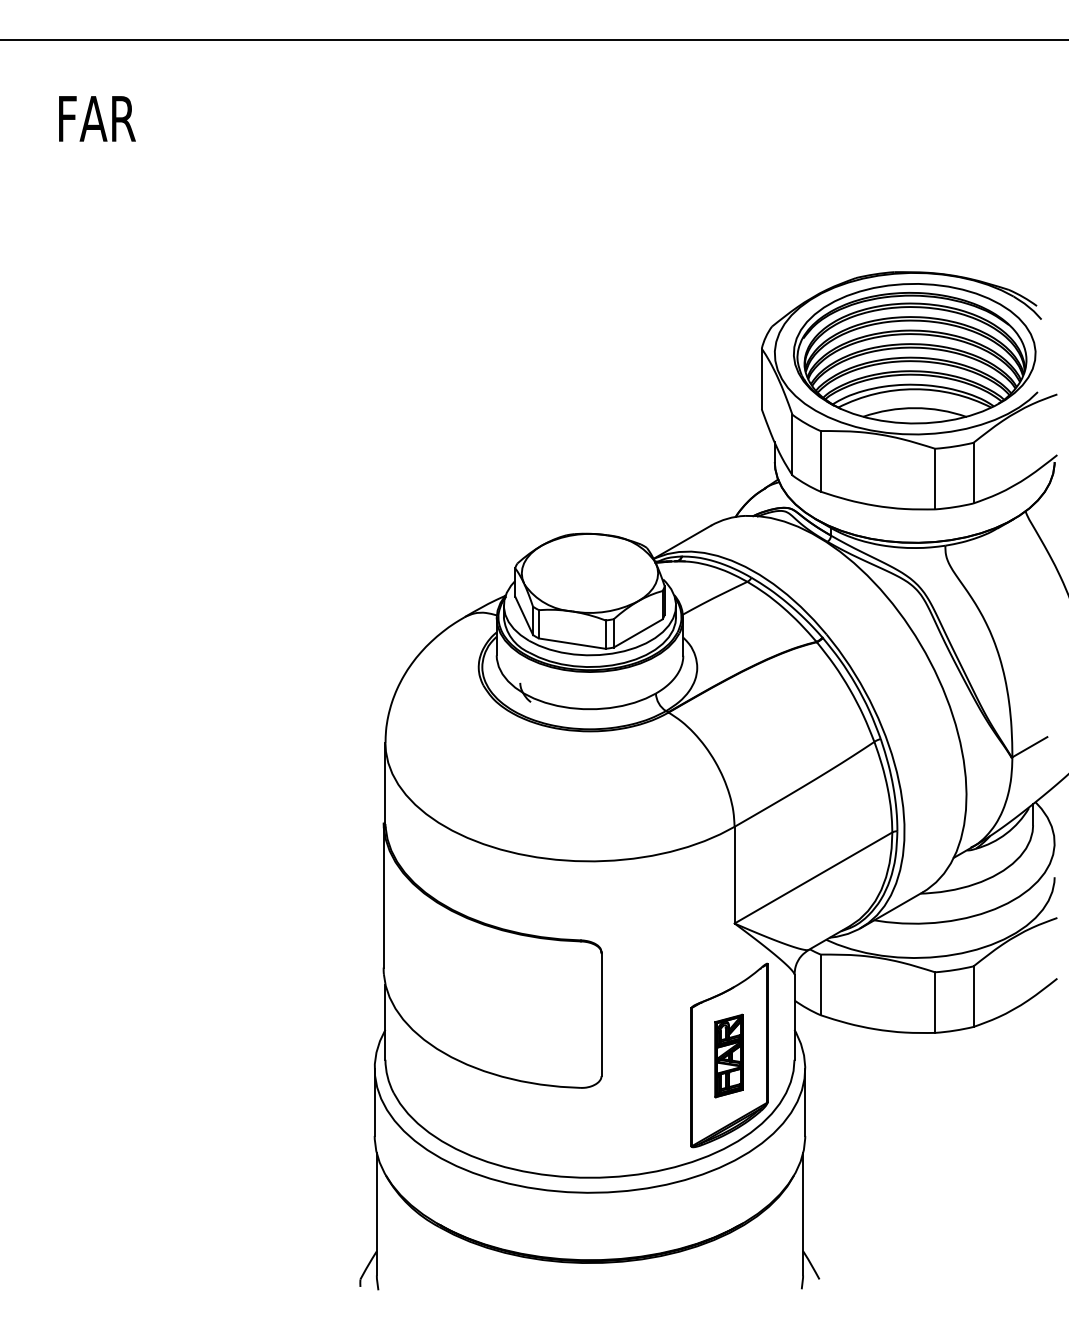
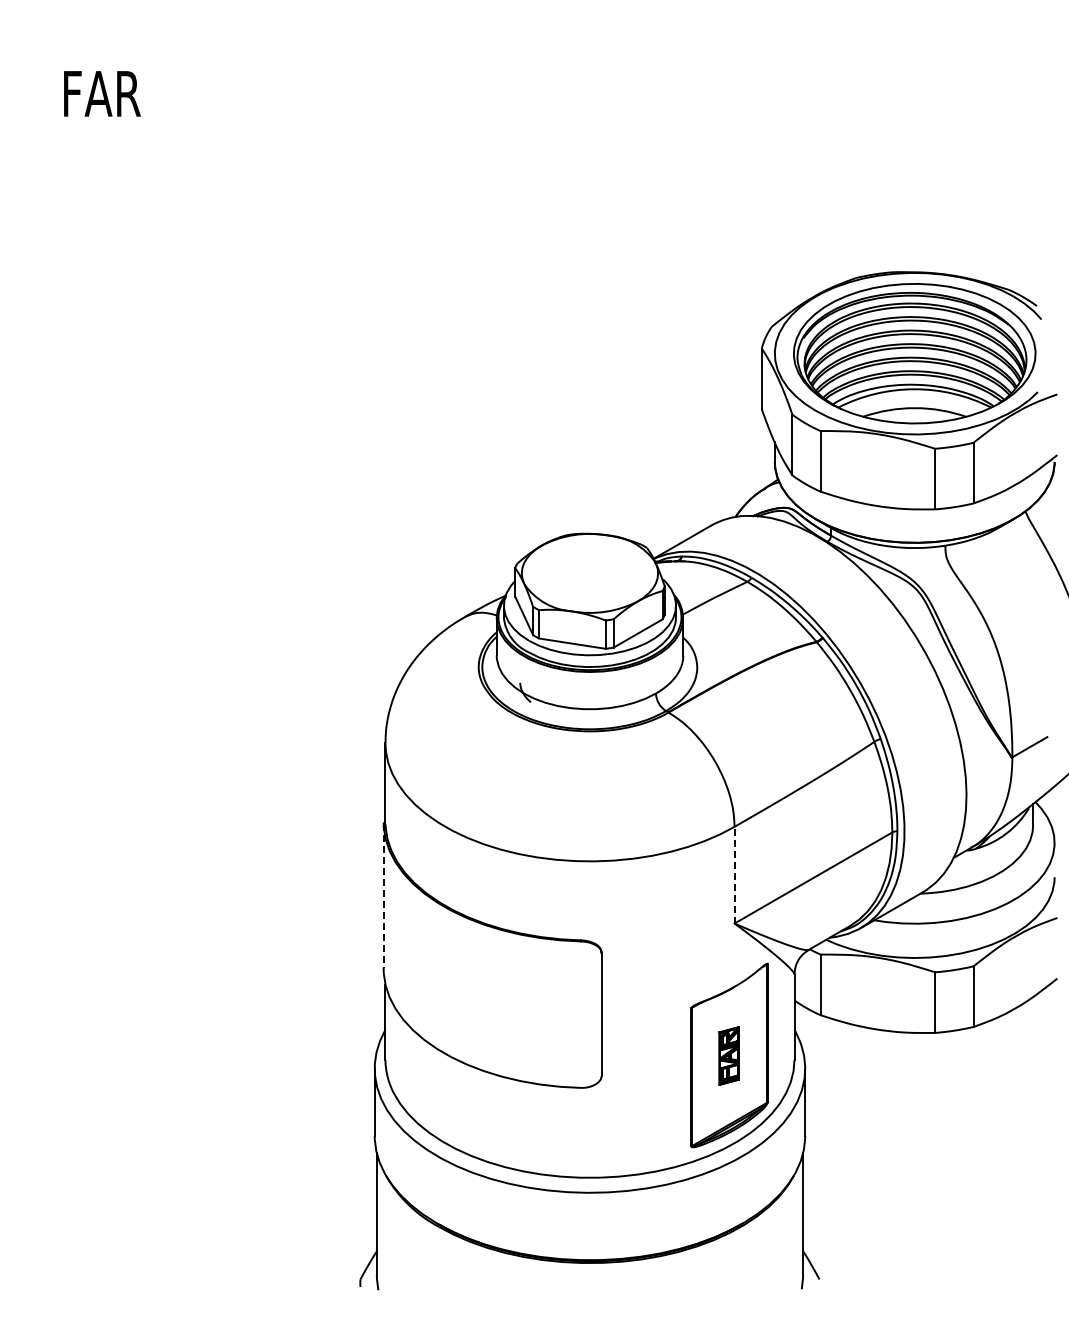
line at (533, 39): present -> none
text at (97, 118) position: (97, 118) -> (102, 93)
line at (734, 874): solid -> dashed
line at (383, 895): solid -> dashed
part at (728, 1055) size: 30x86 px -> 22x60 px
